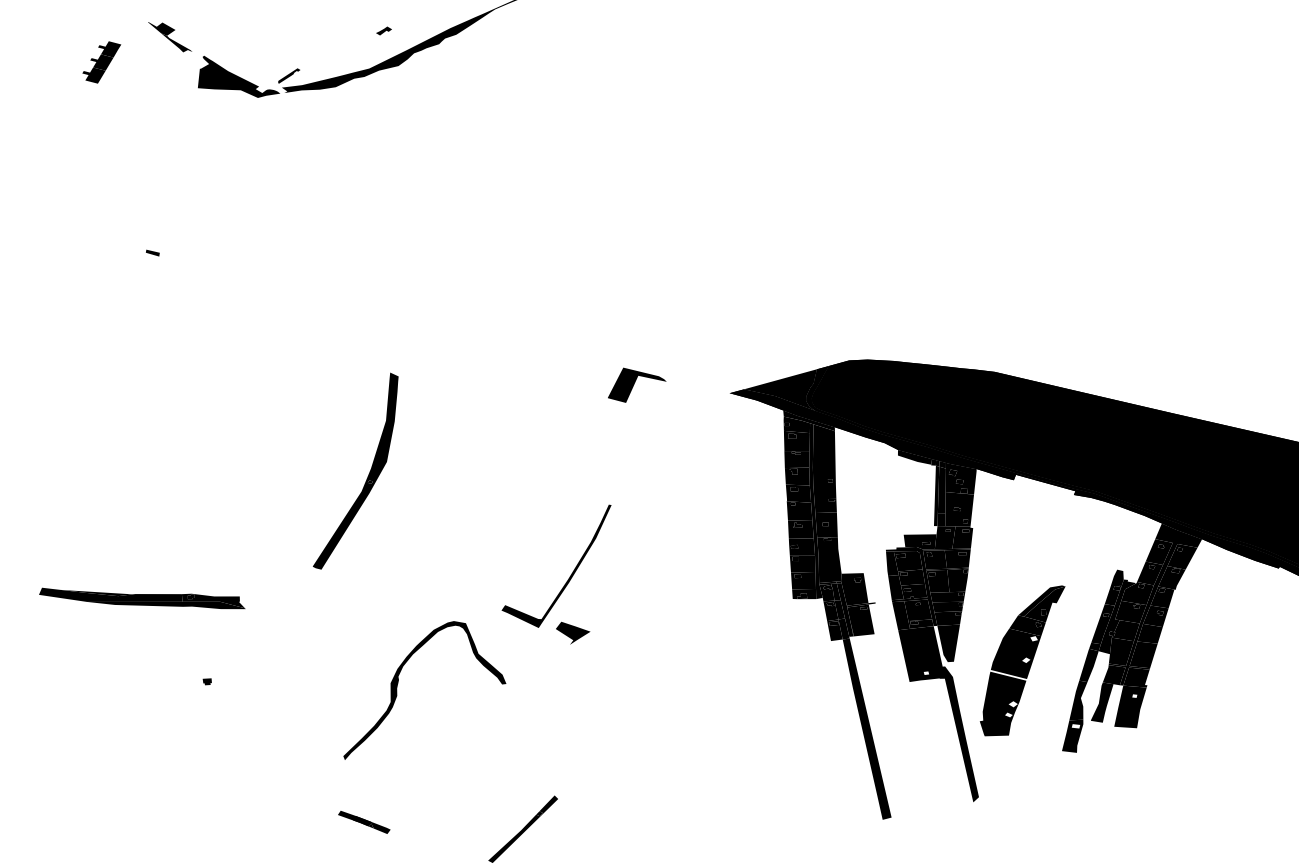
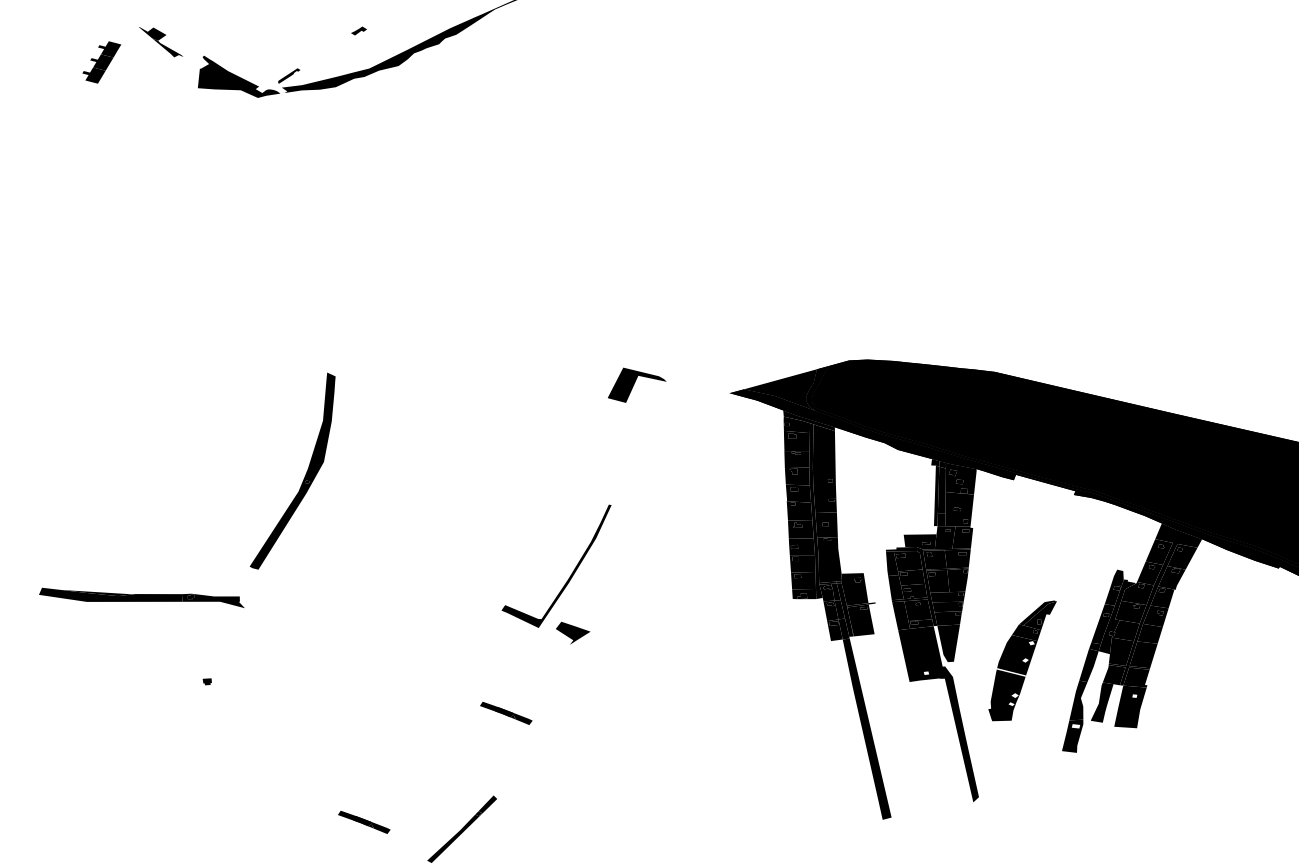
part at (383, 30) position: (383, 30) -> (358, 30)
part at (169, 37) position: (169, 37) -> (160, 42)
fill at (152, 252): present -> none
fill at (914, 457): present -> none
part at (367, 476) position: (367, 476) -> (304, 476)
fill at (166, 605): present -> none
part at (1022, 660) size: 87x152 px -> 69x122 px
fill at (424, 690): present -> none
part at (506, 713): none -> present
part at (522, 828) position: (522, 828) -> (461, 828)
